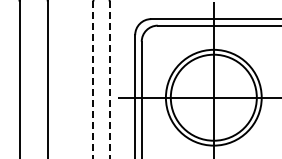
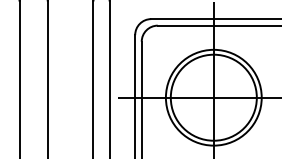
line at (93, 80): dashed -> solid
line at (109, 80): dashed -> solid
